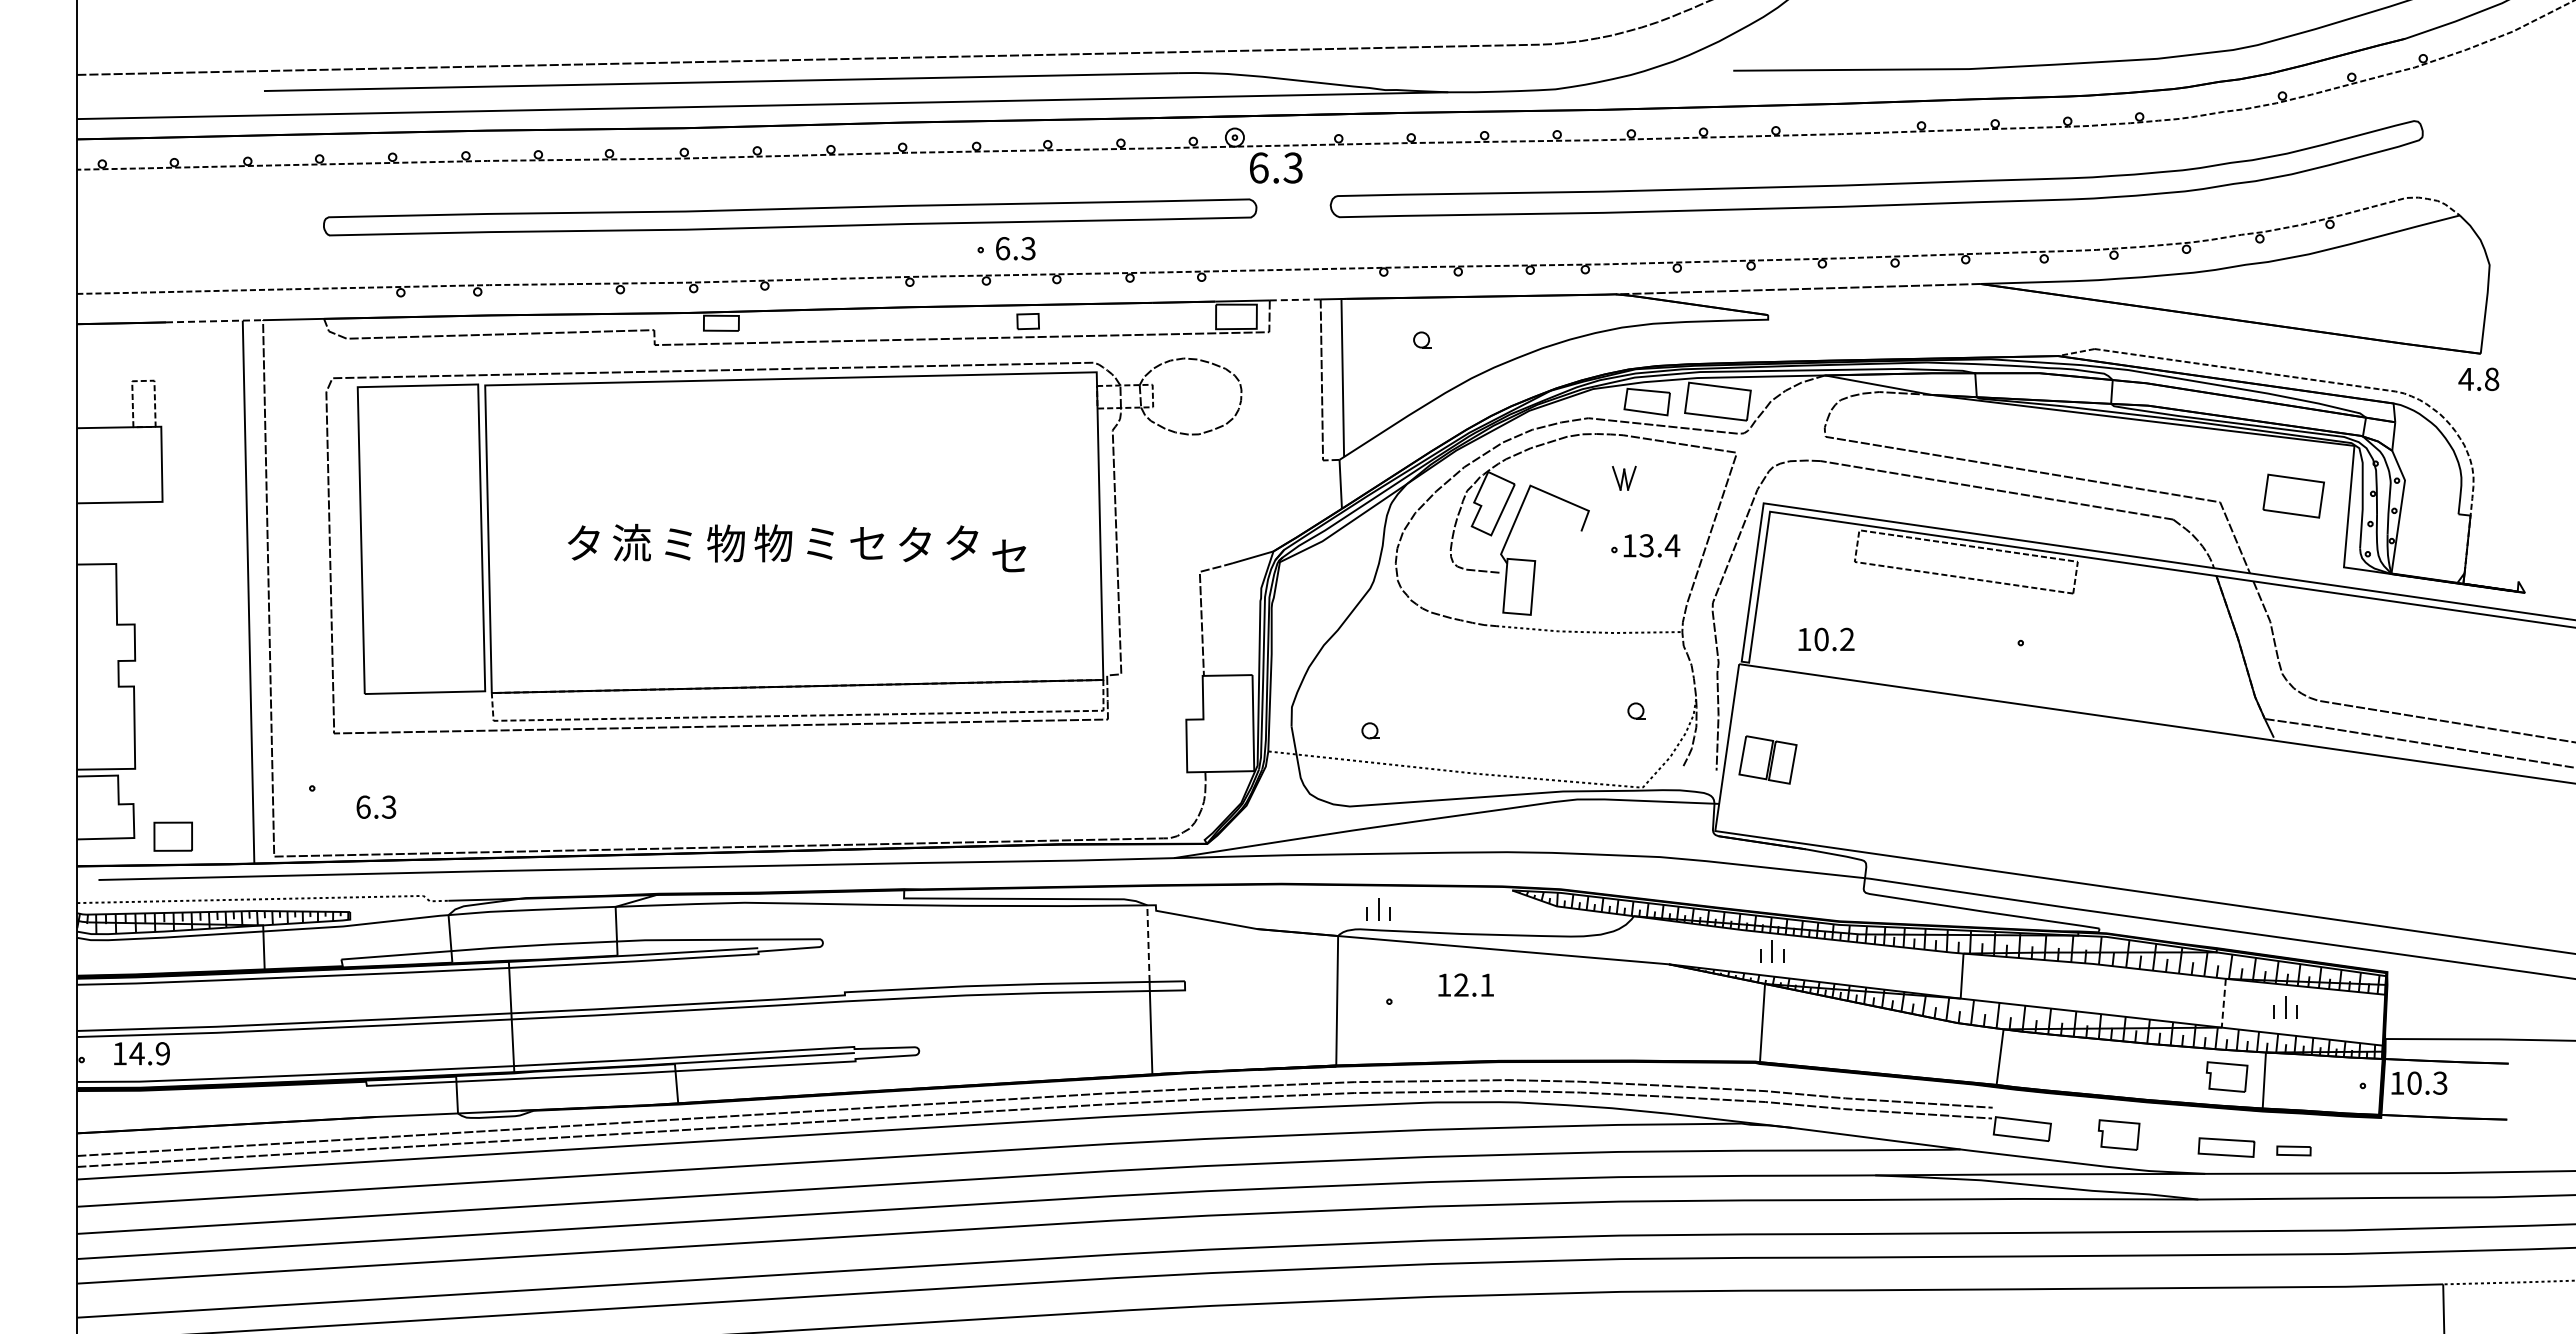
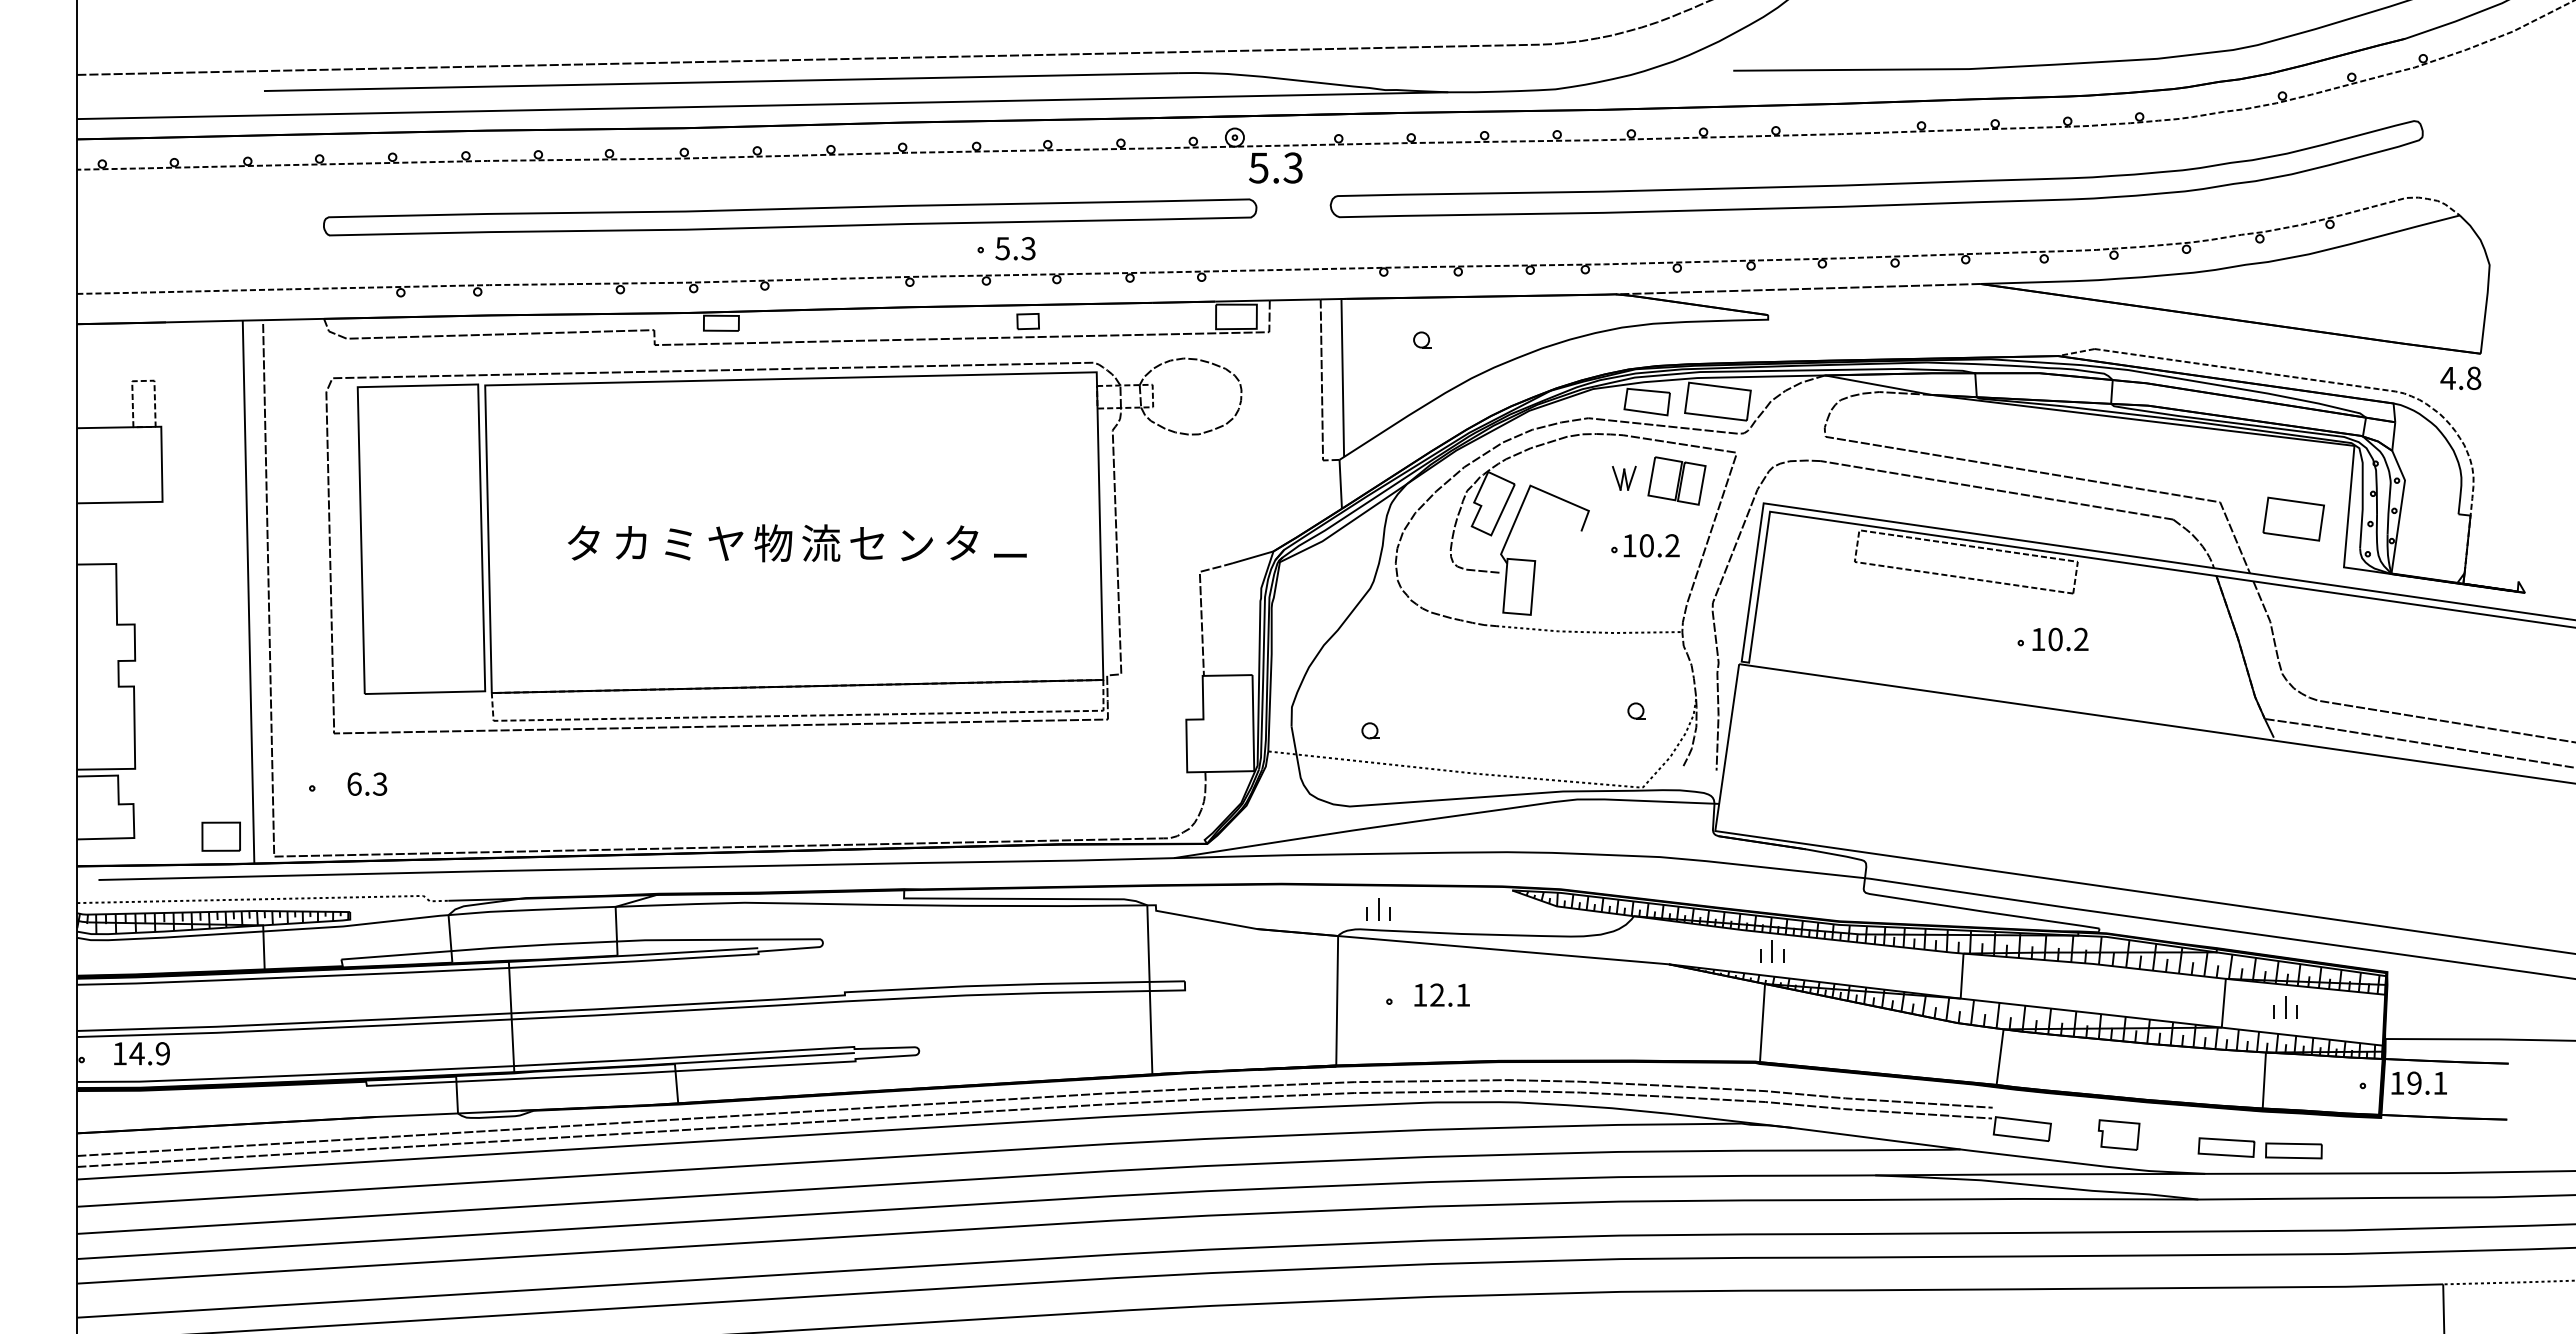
text at (1258, 167): 6.3 -> 5.3
text at (1002, 248): 6.3 -> 5.3
line at (1295, 299): dashed -> solid
line at (215, 321): dashed -> solid
text at (2478, 379) position: (2478, 379) -> (2460, 378)
part at (2293, 495) position: (2293, 495) -> (2293, 518)
text at (631, 542): 流 -> カ
text at (821, 542): ミ -> 流
text at (725, 543): 物 -> ヤ
text at (915, 544): タ -> ン
text at (1659, 545): 13.4 -> 10.2
text at (1009, 555): セ -> ー
text at (1826, 639) position: (1826, 639) -> (2060, 639)
part at (1767, 759) position: (1767, 759) -> (1676, 480)
text at (376, 806) position: (376, 806) -> (367, 783)
part at (172, 836) position: (172, 836) -> (220, 836)
line at (1148, 943): dashed -> solid
text at (1465, 984) position: (1465, 984) -> (1441, 994)
line at (2223, 1003): dashed -> solid
part at (2226, 1076): present -> none
text at (2427, 1082): 10.3 -> 19.1
part at (2293, 1150) size: 36x12 px -> 58x18 px
